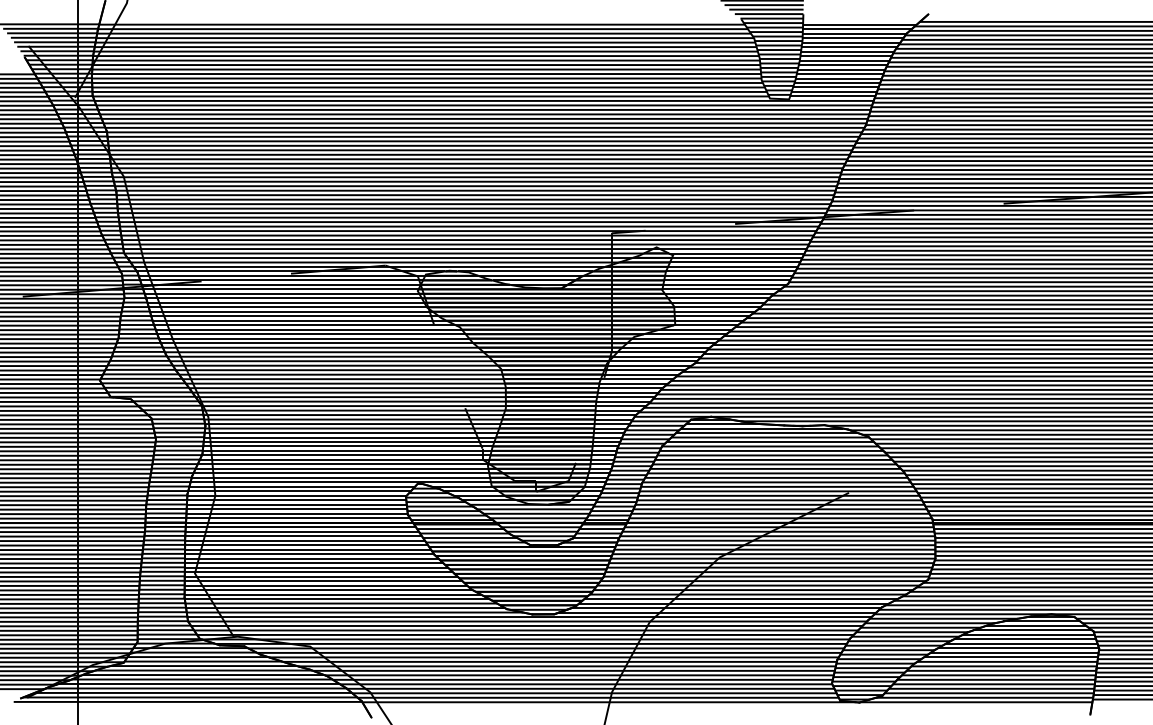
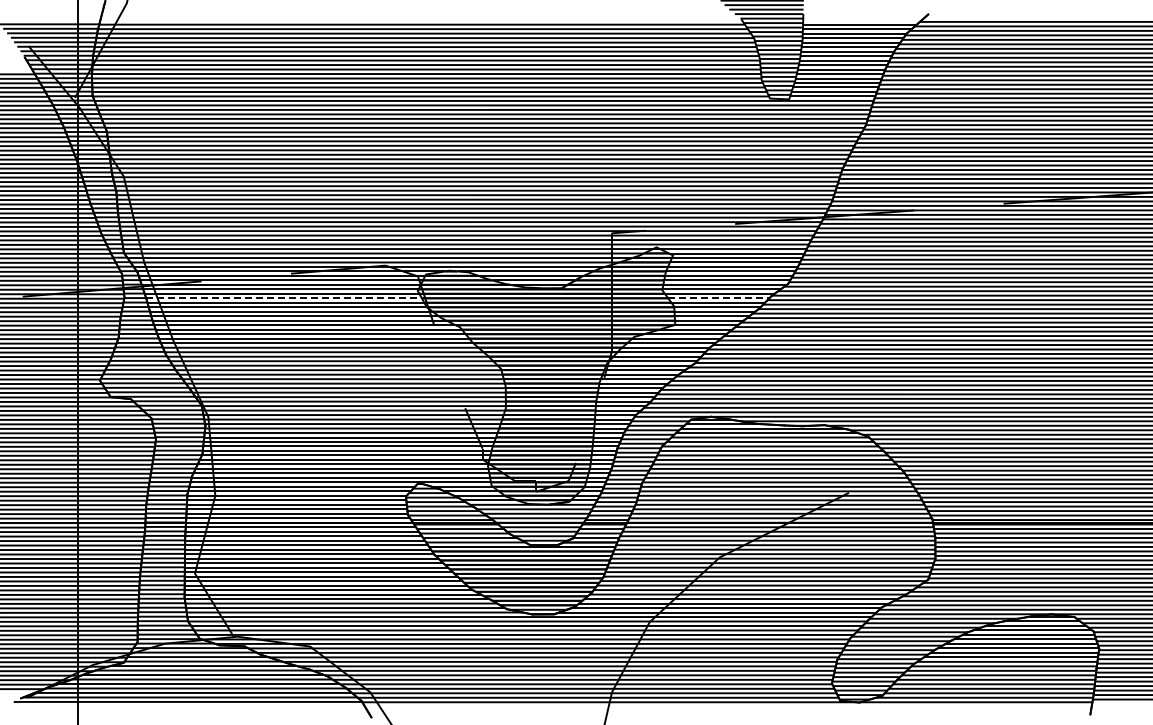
line at (284, 298): solid -> dashed
line at (718, 298): solid -> dashed
